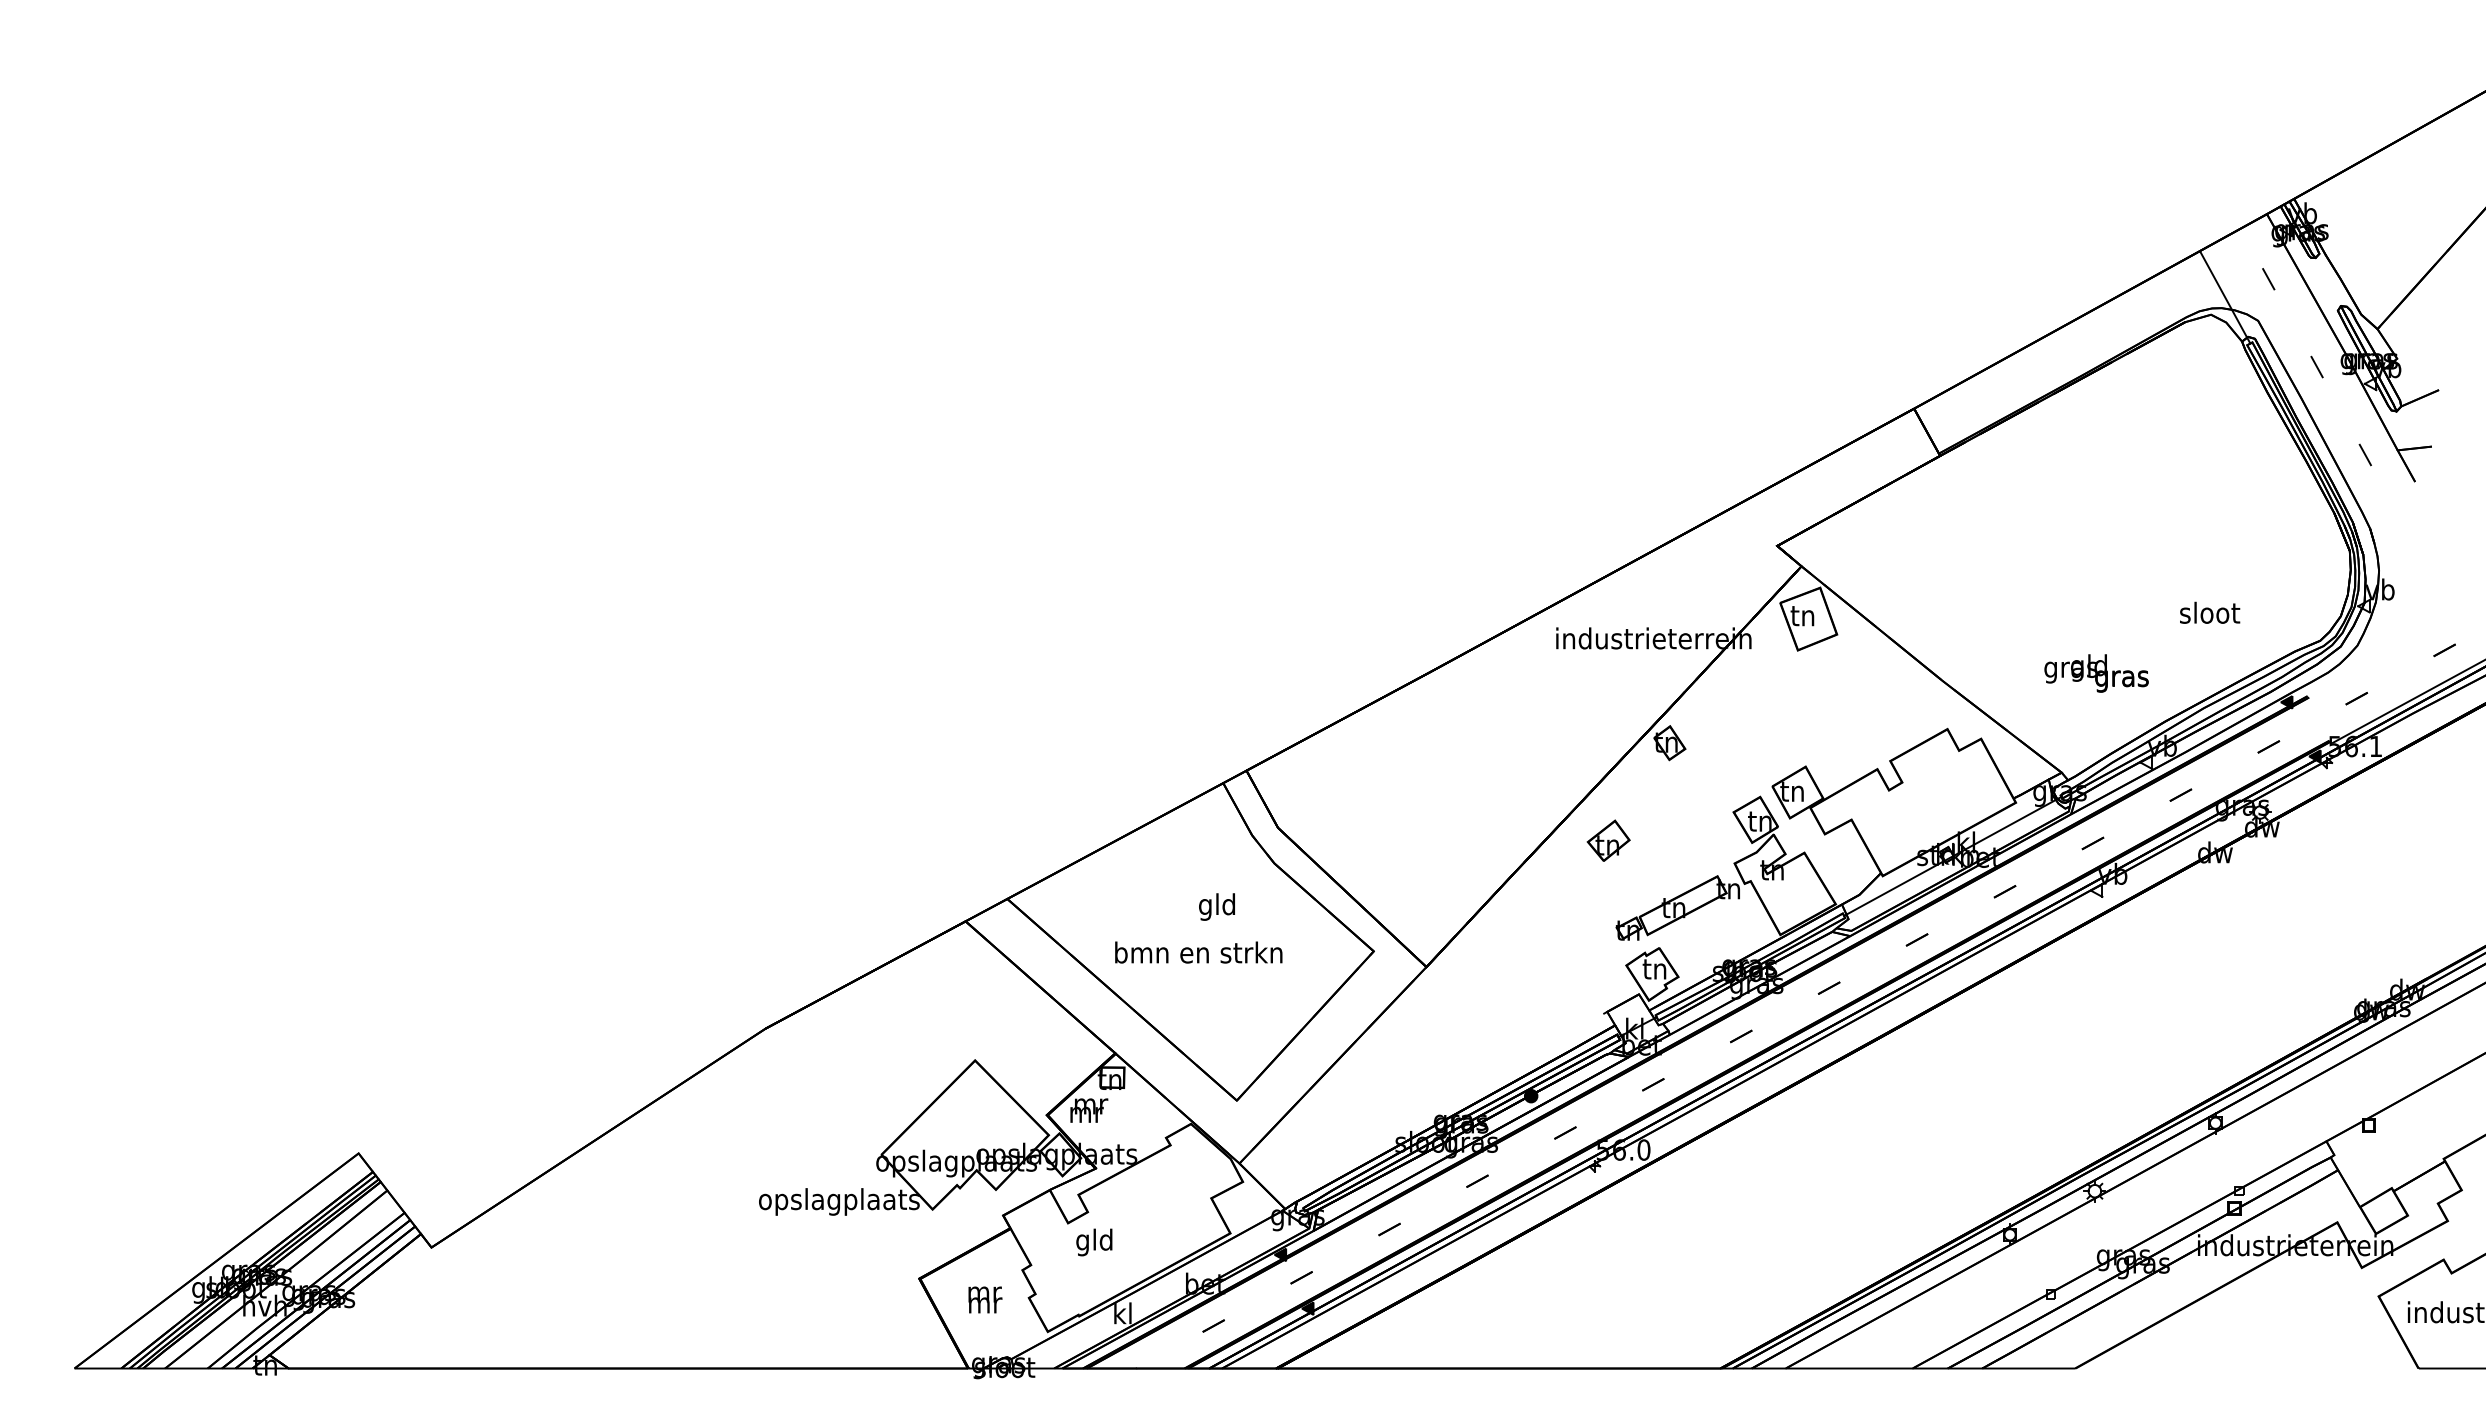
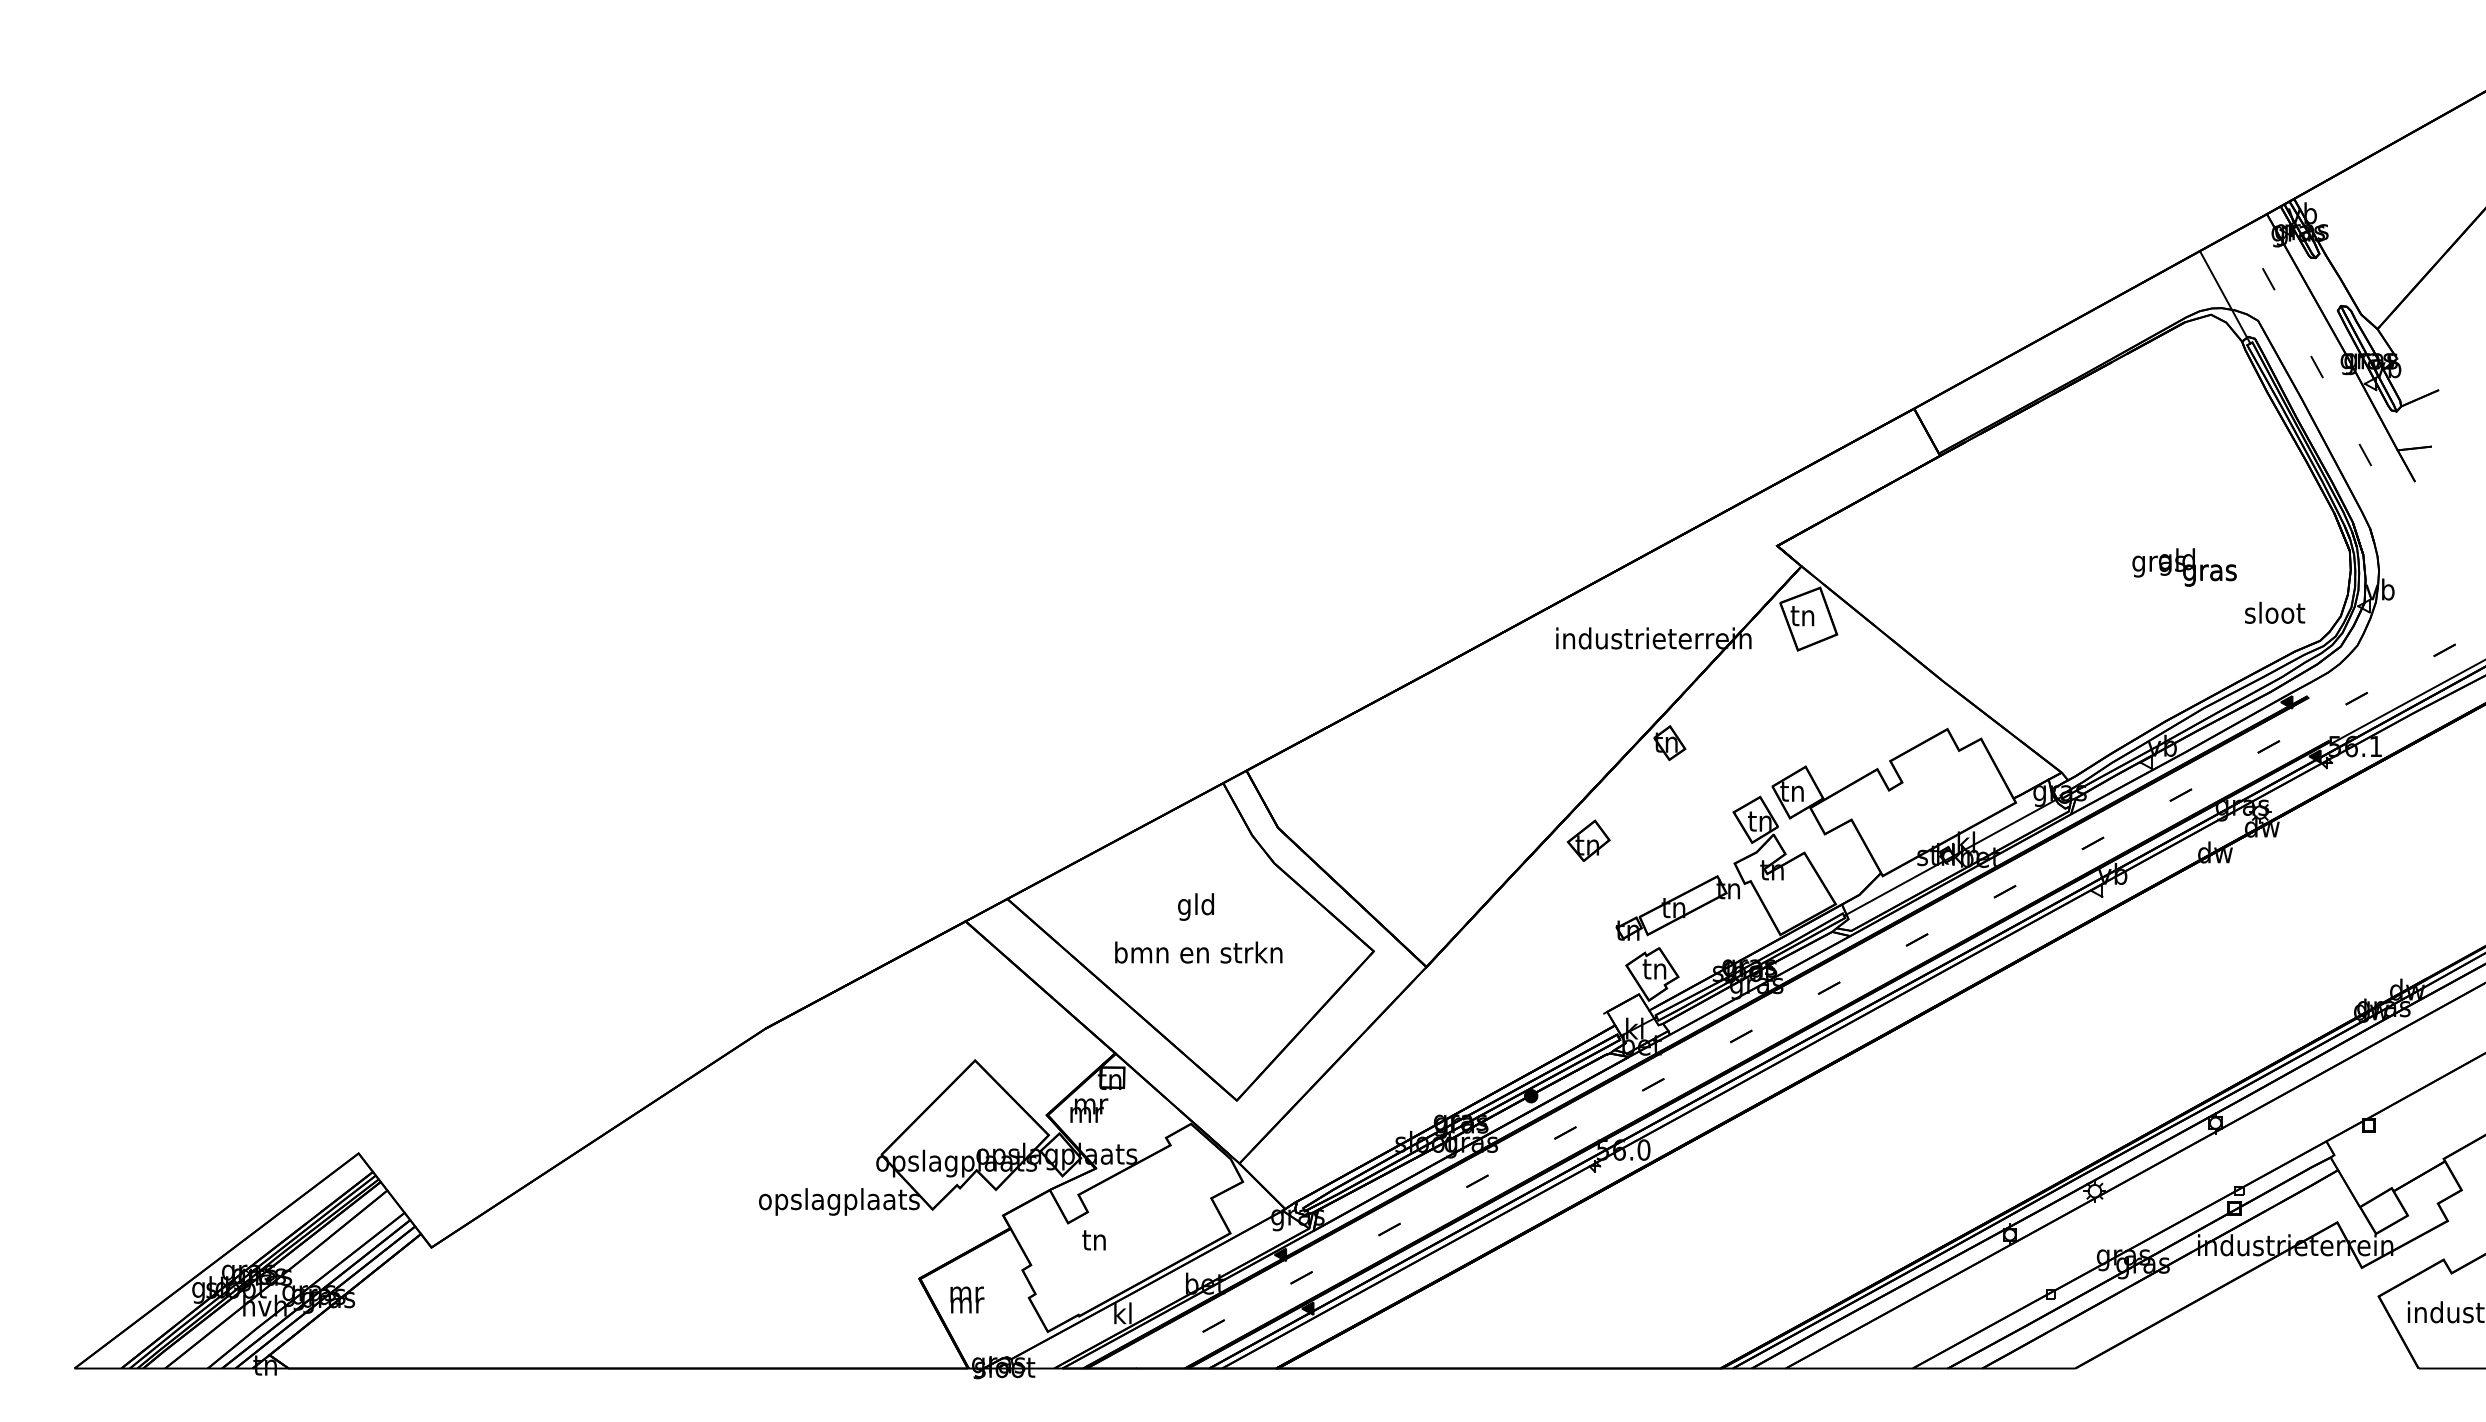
text at (2210, 612) position: (2210, 612) -> (2275, 612)
text at (2096, 673) position: (2096, 673) -> (2184, 567)
part at (1608, 840) position: (1608, 840) -> (1588, 840)
text at (1216, 906) position: (1216, 906) -> (1195, 906)
text at (1094, 1242): gld -> tn
text at (985, 1299) position: (985, 1299) -> (967, 1299)
